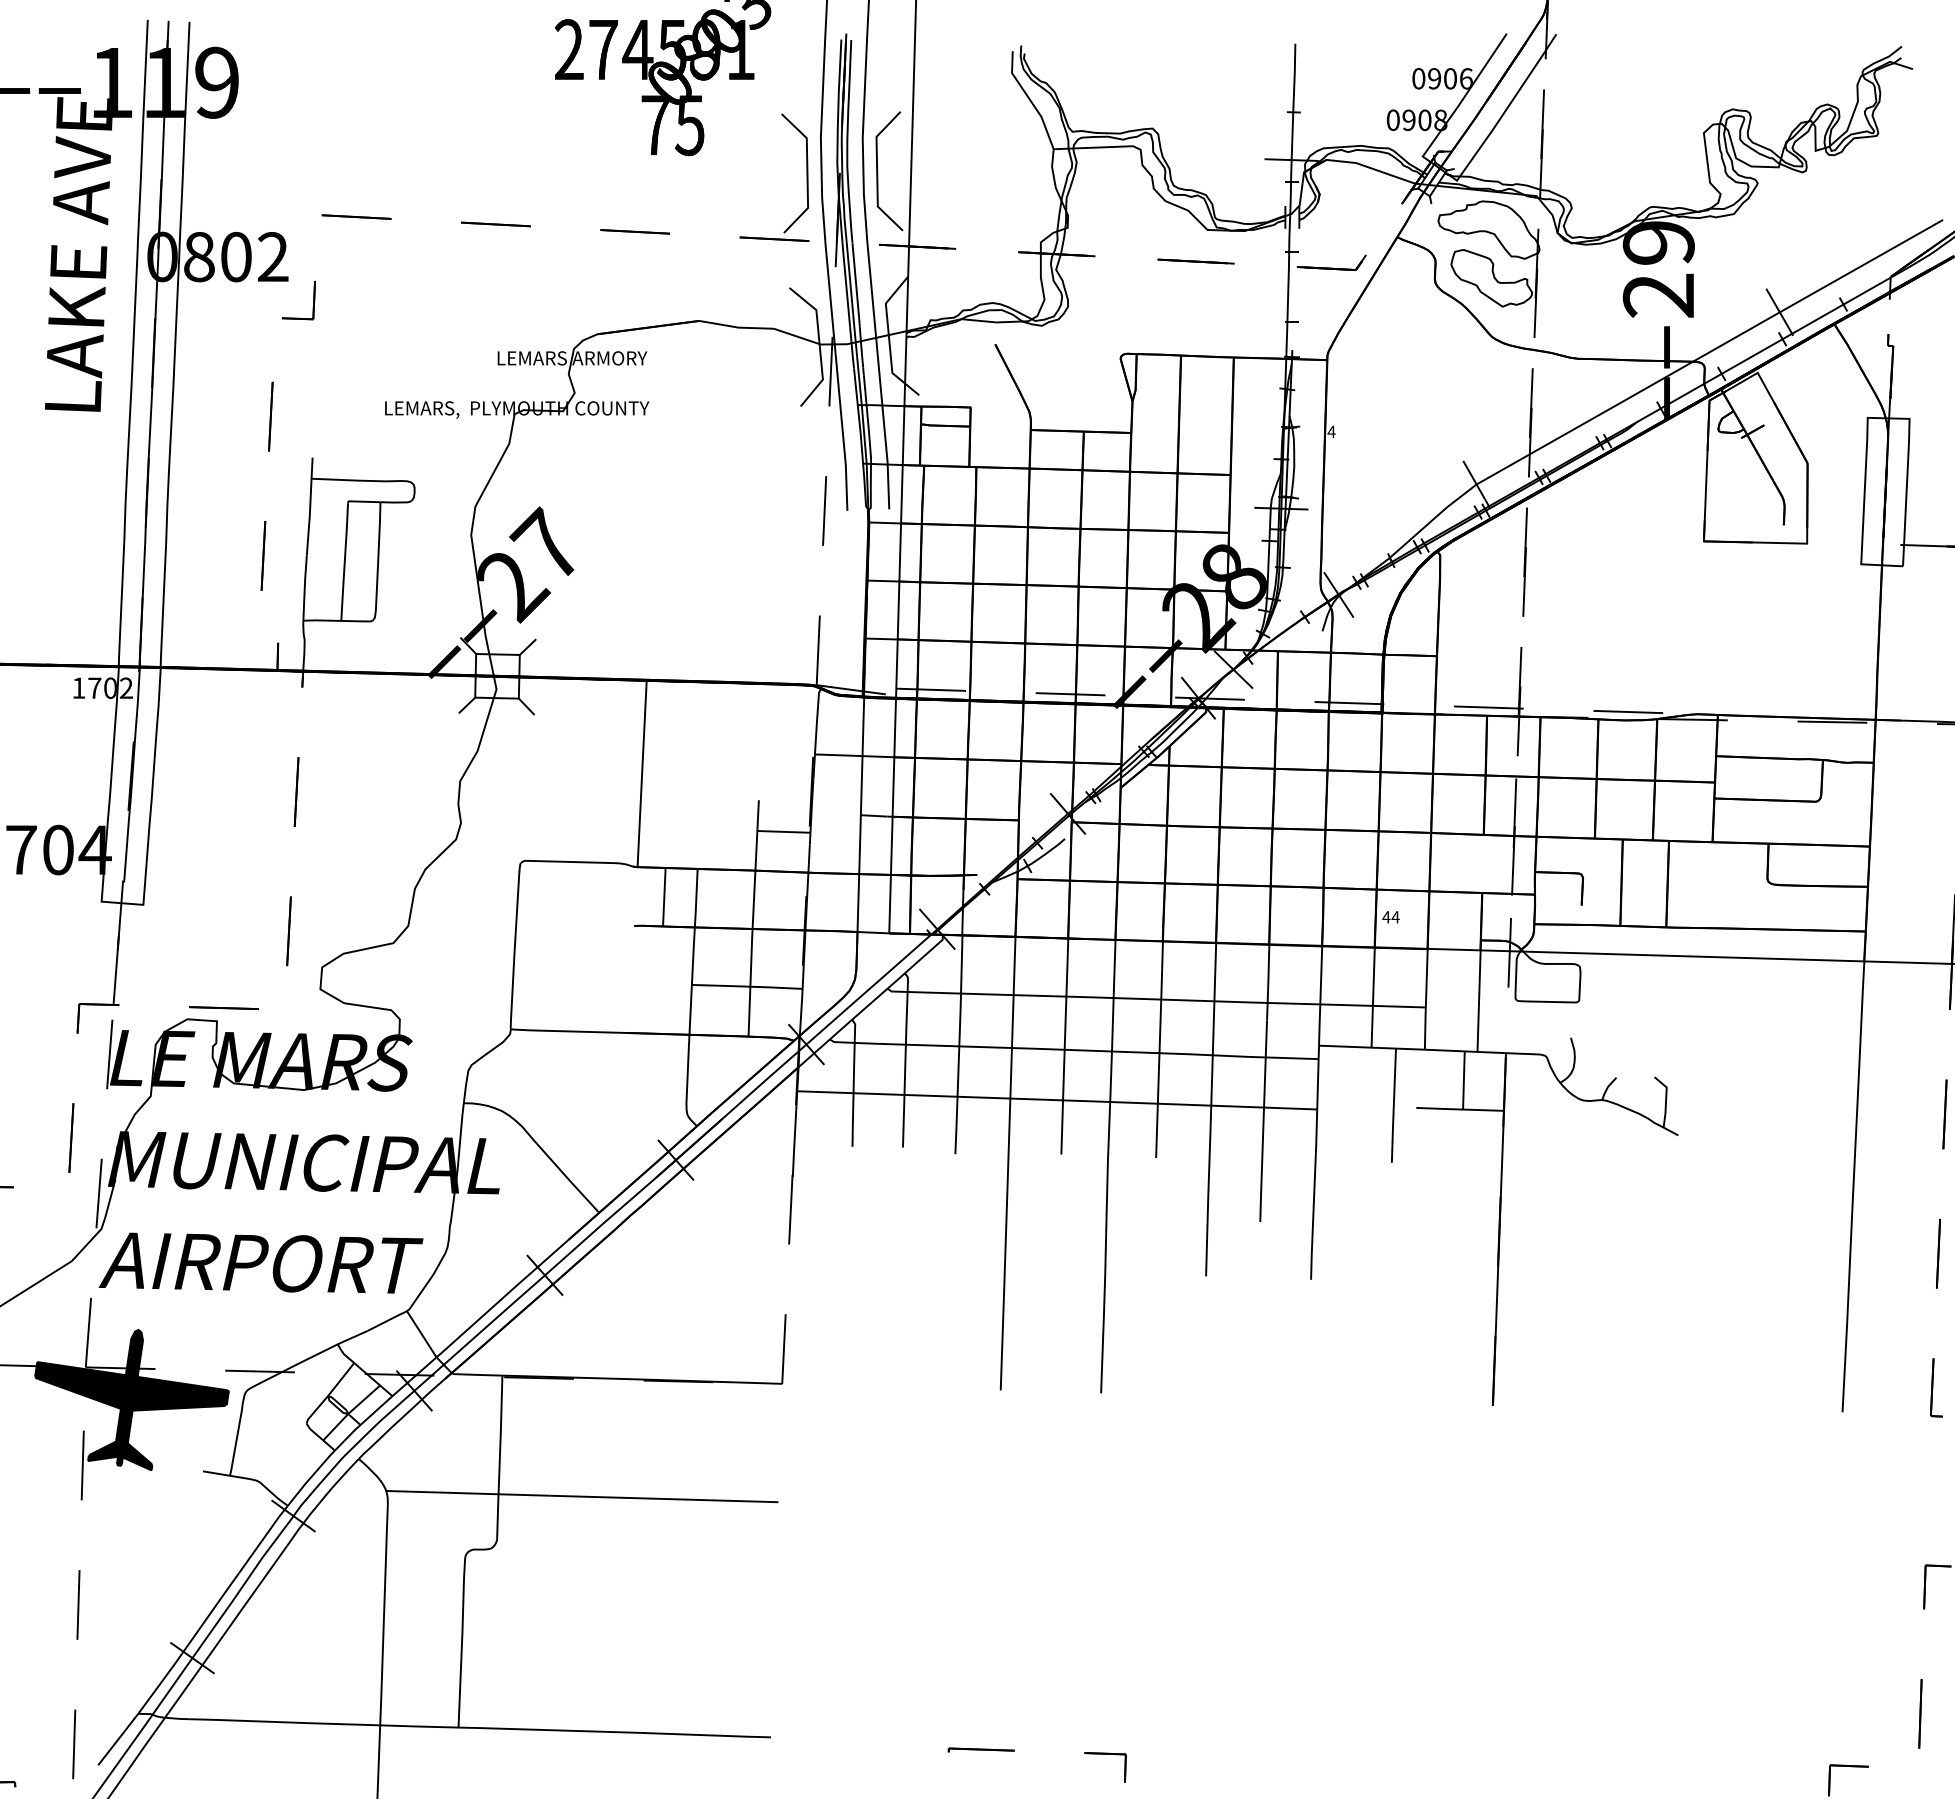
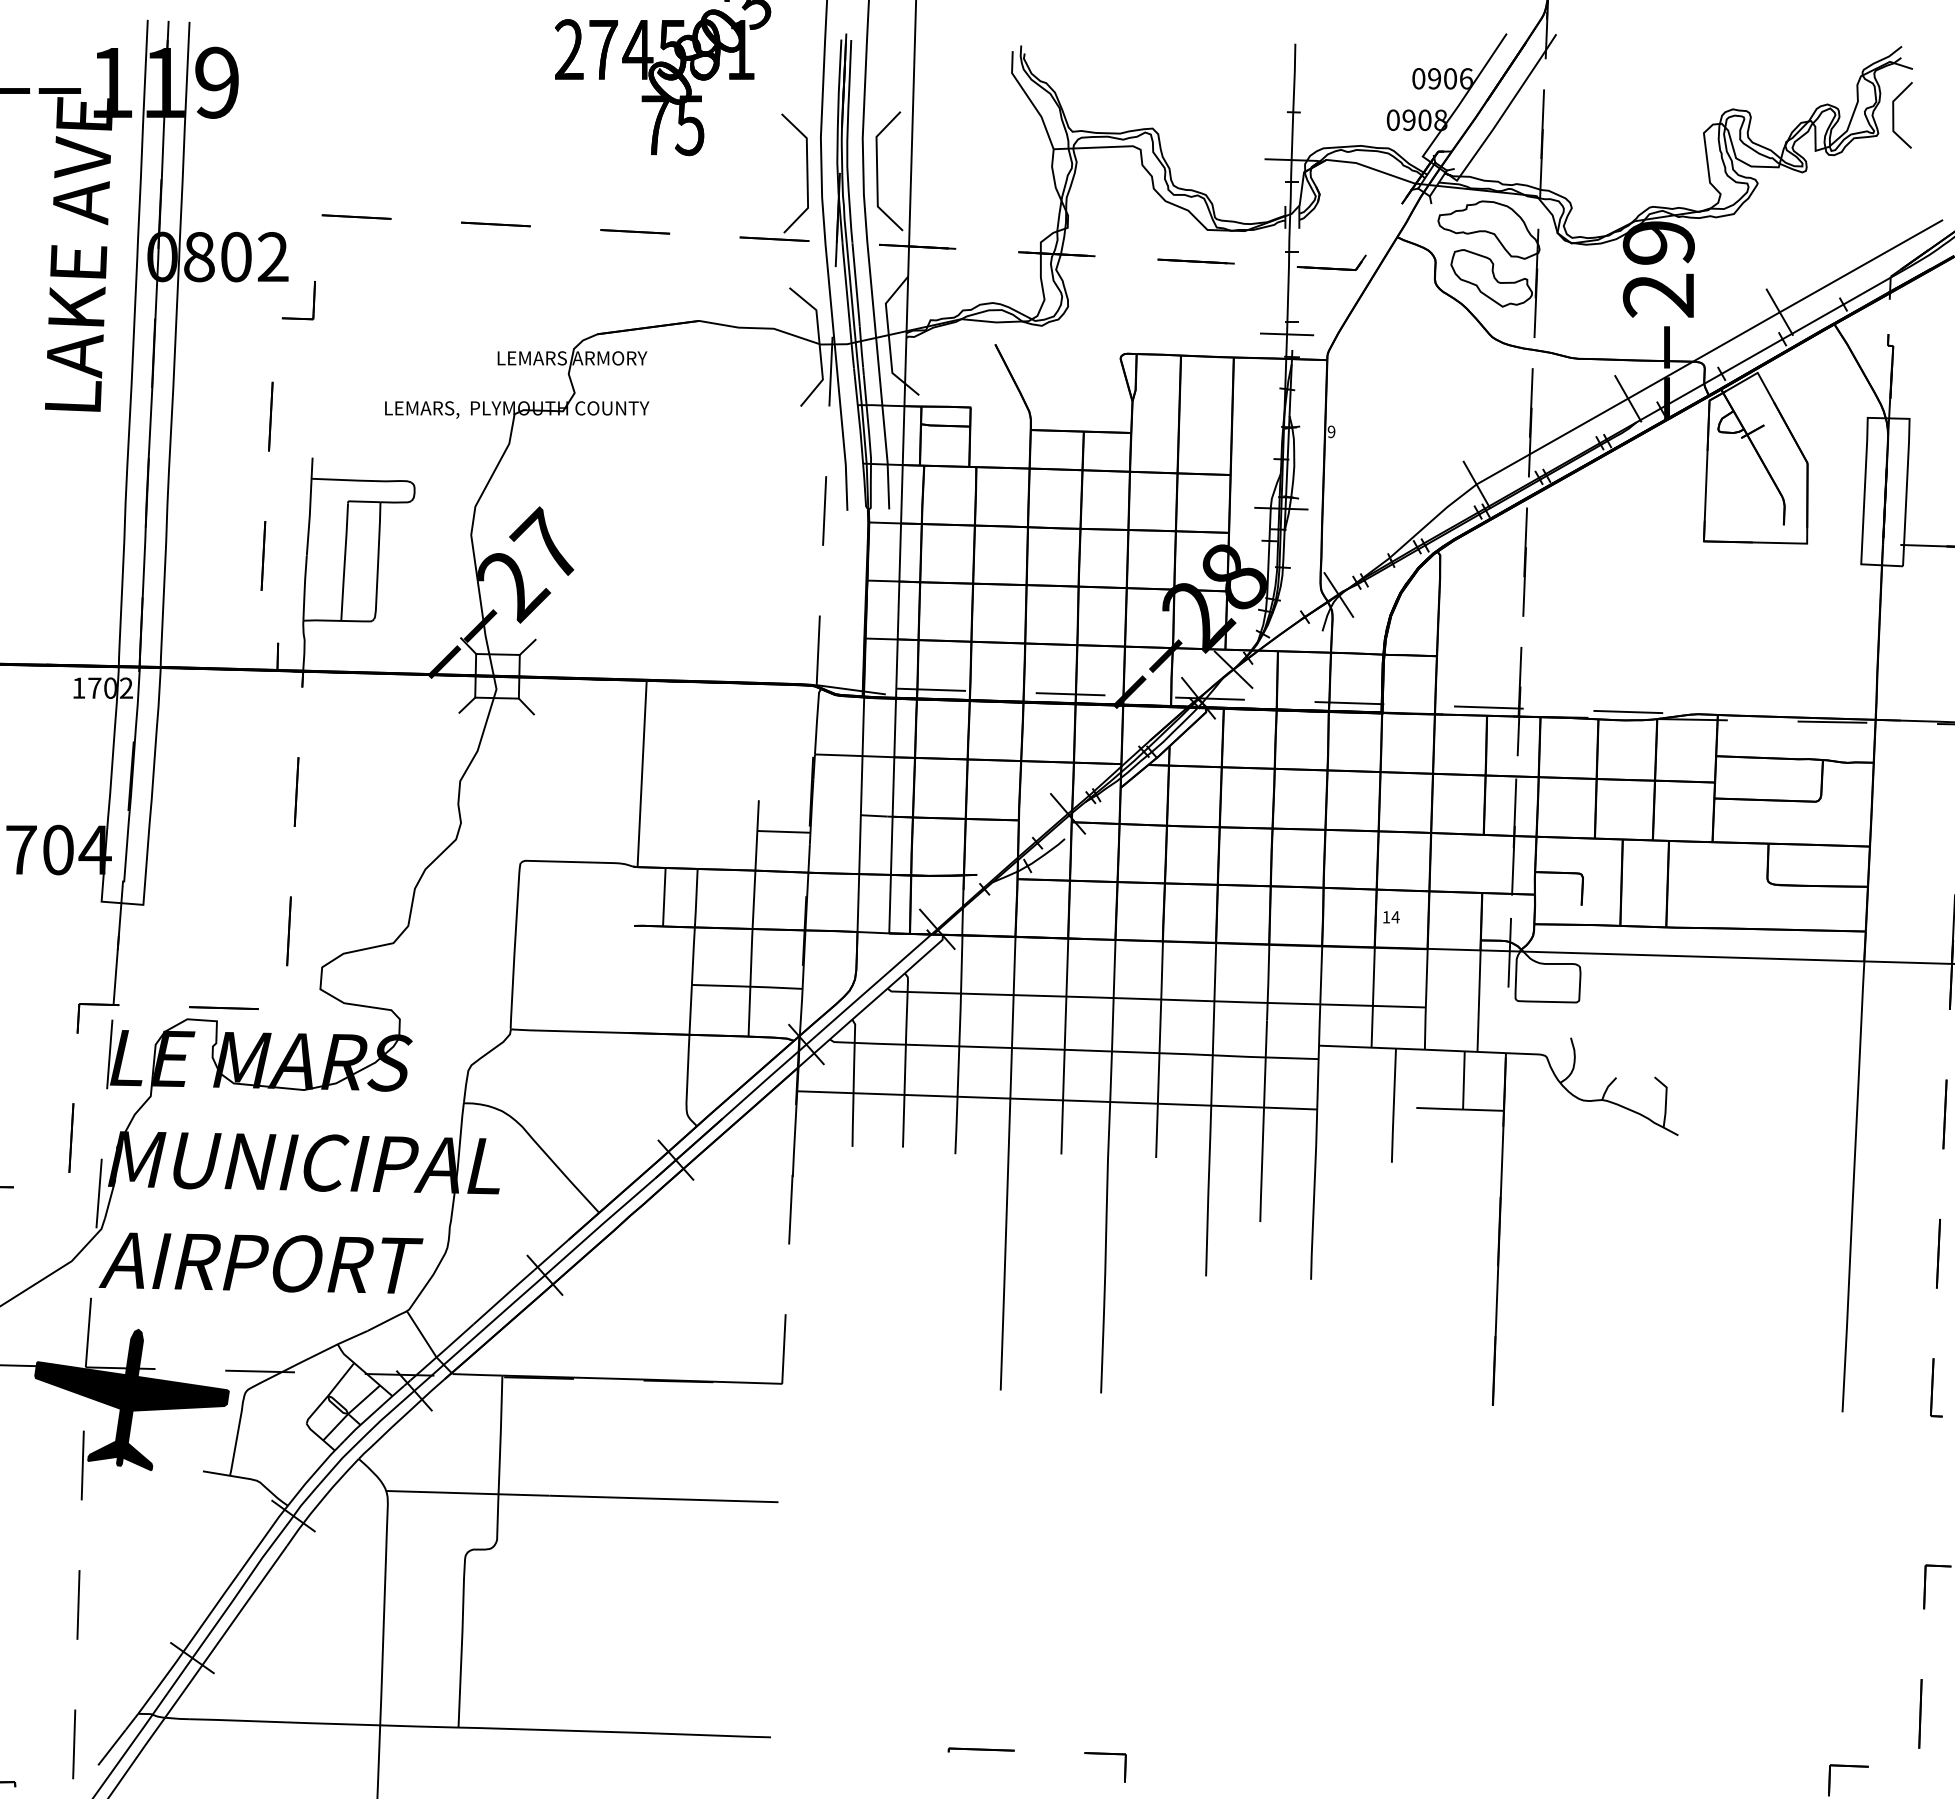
line at (1894, 115): none -> present
line at (1286, 334): none -> present
line at (1628, 398): none -> present
text at (1331, 431): 4 -> 9
text at (1386, 917): 44 -> 14
